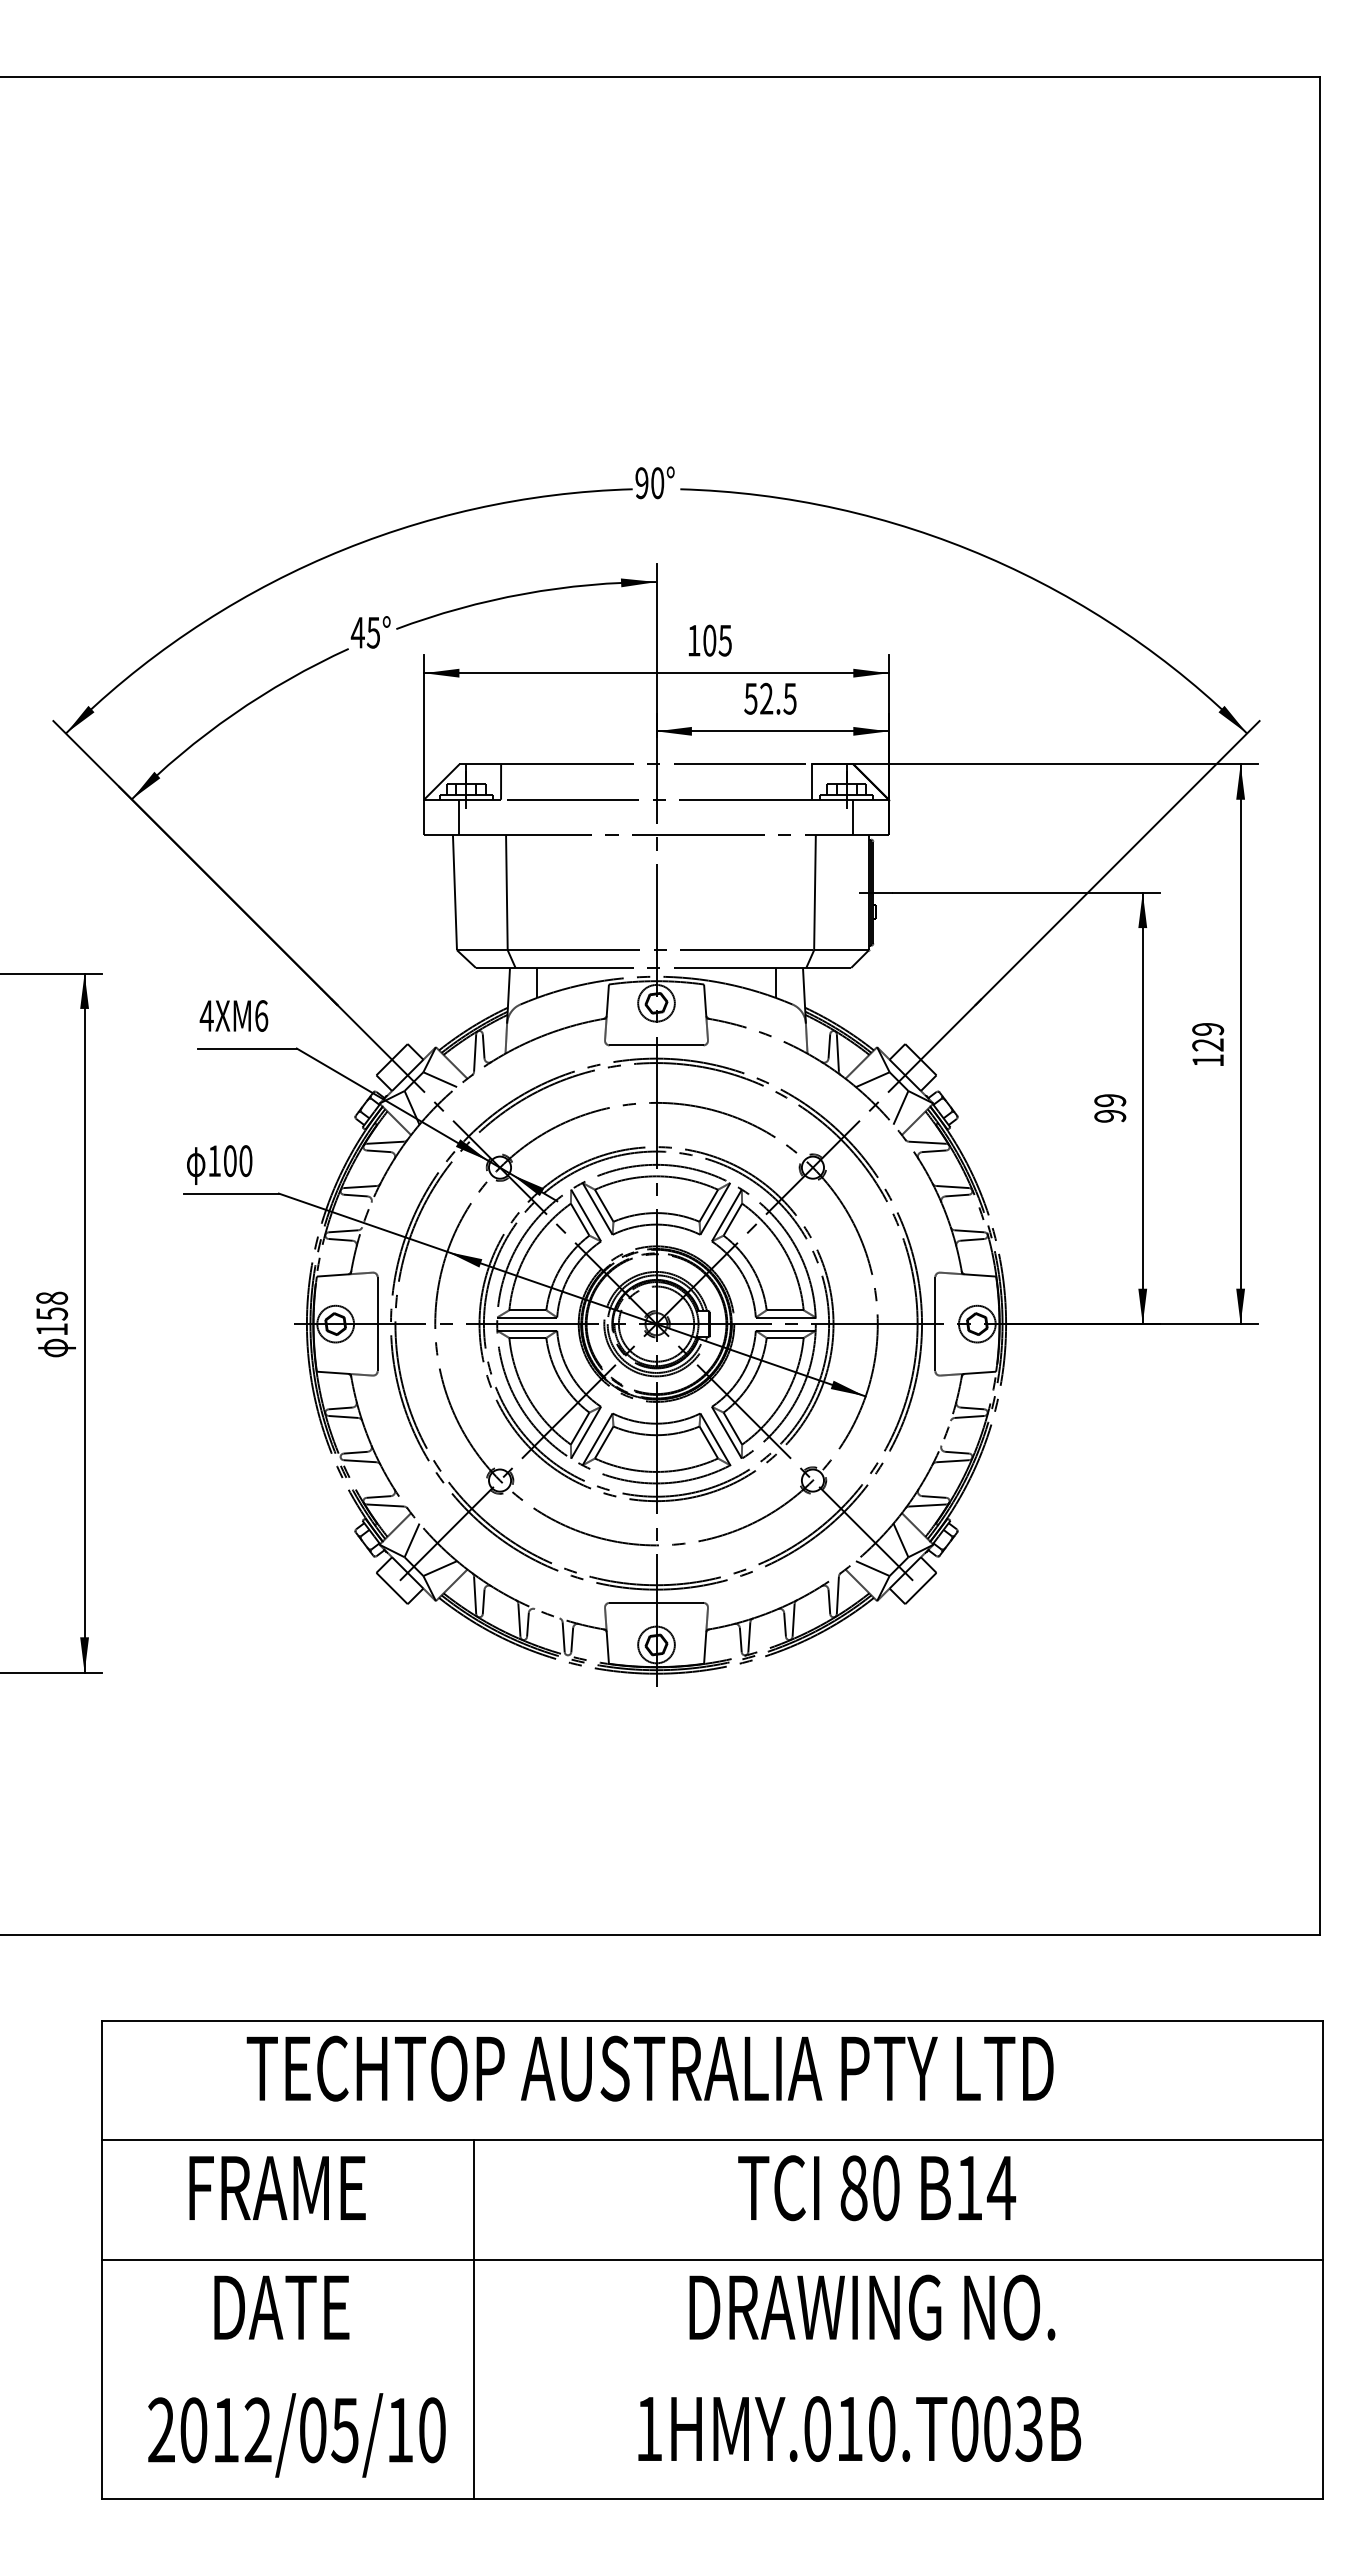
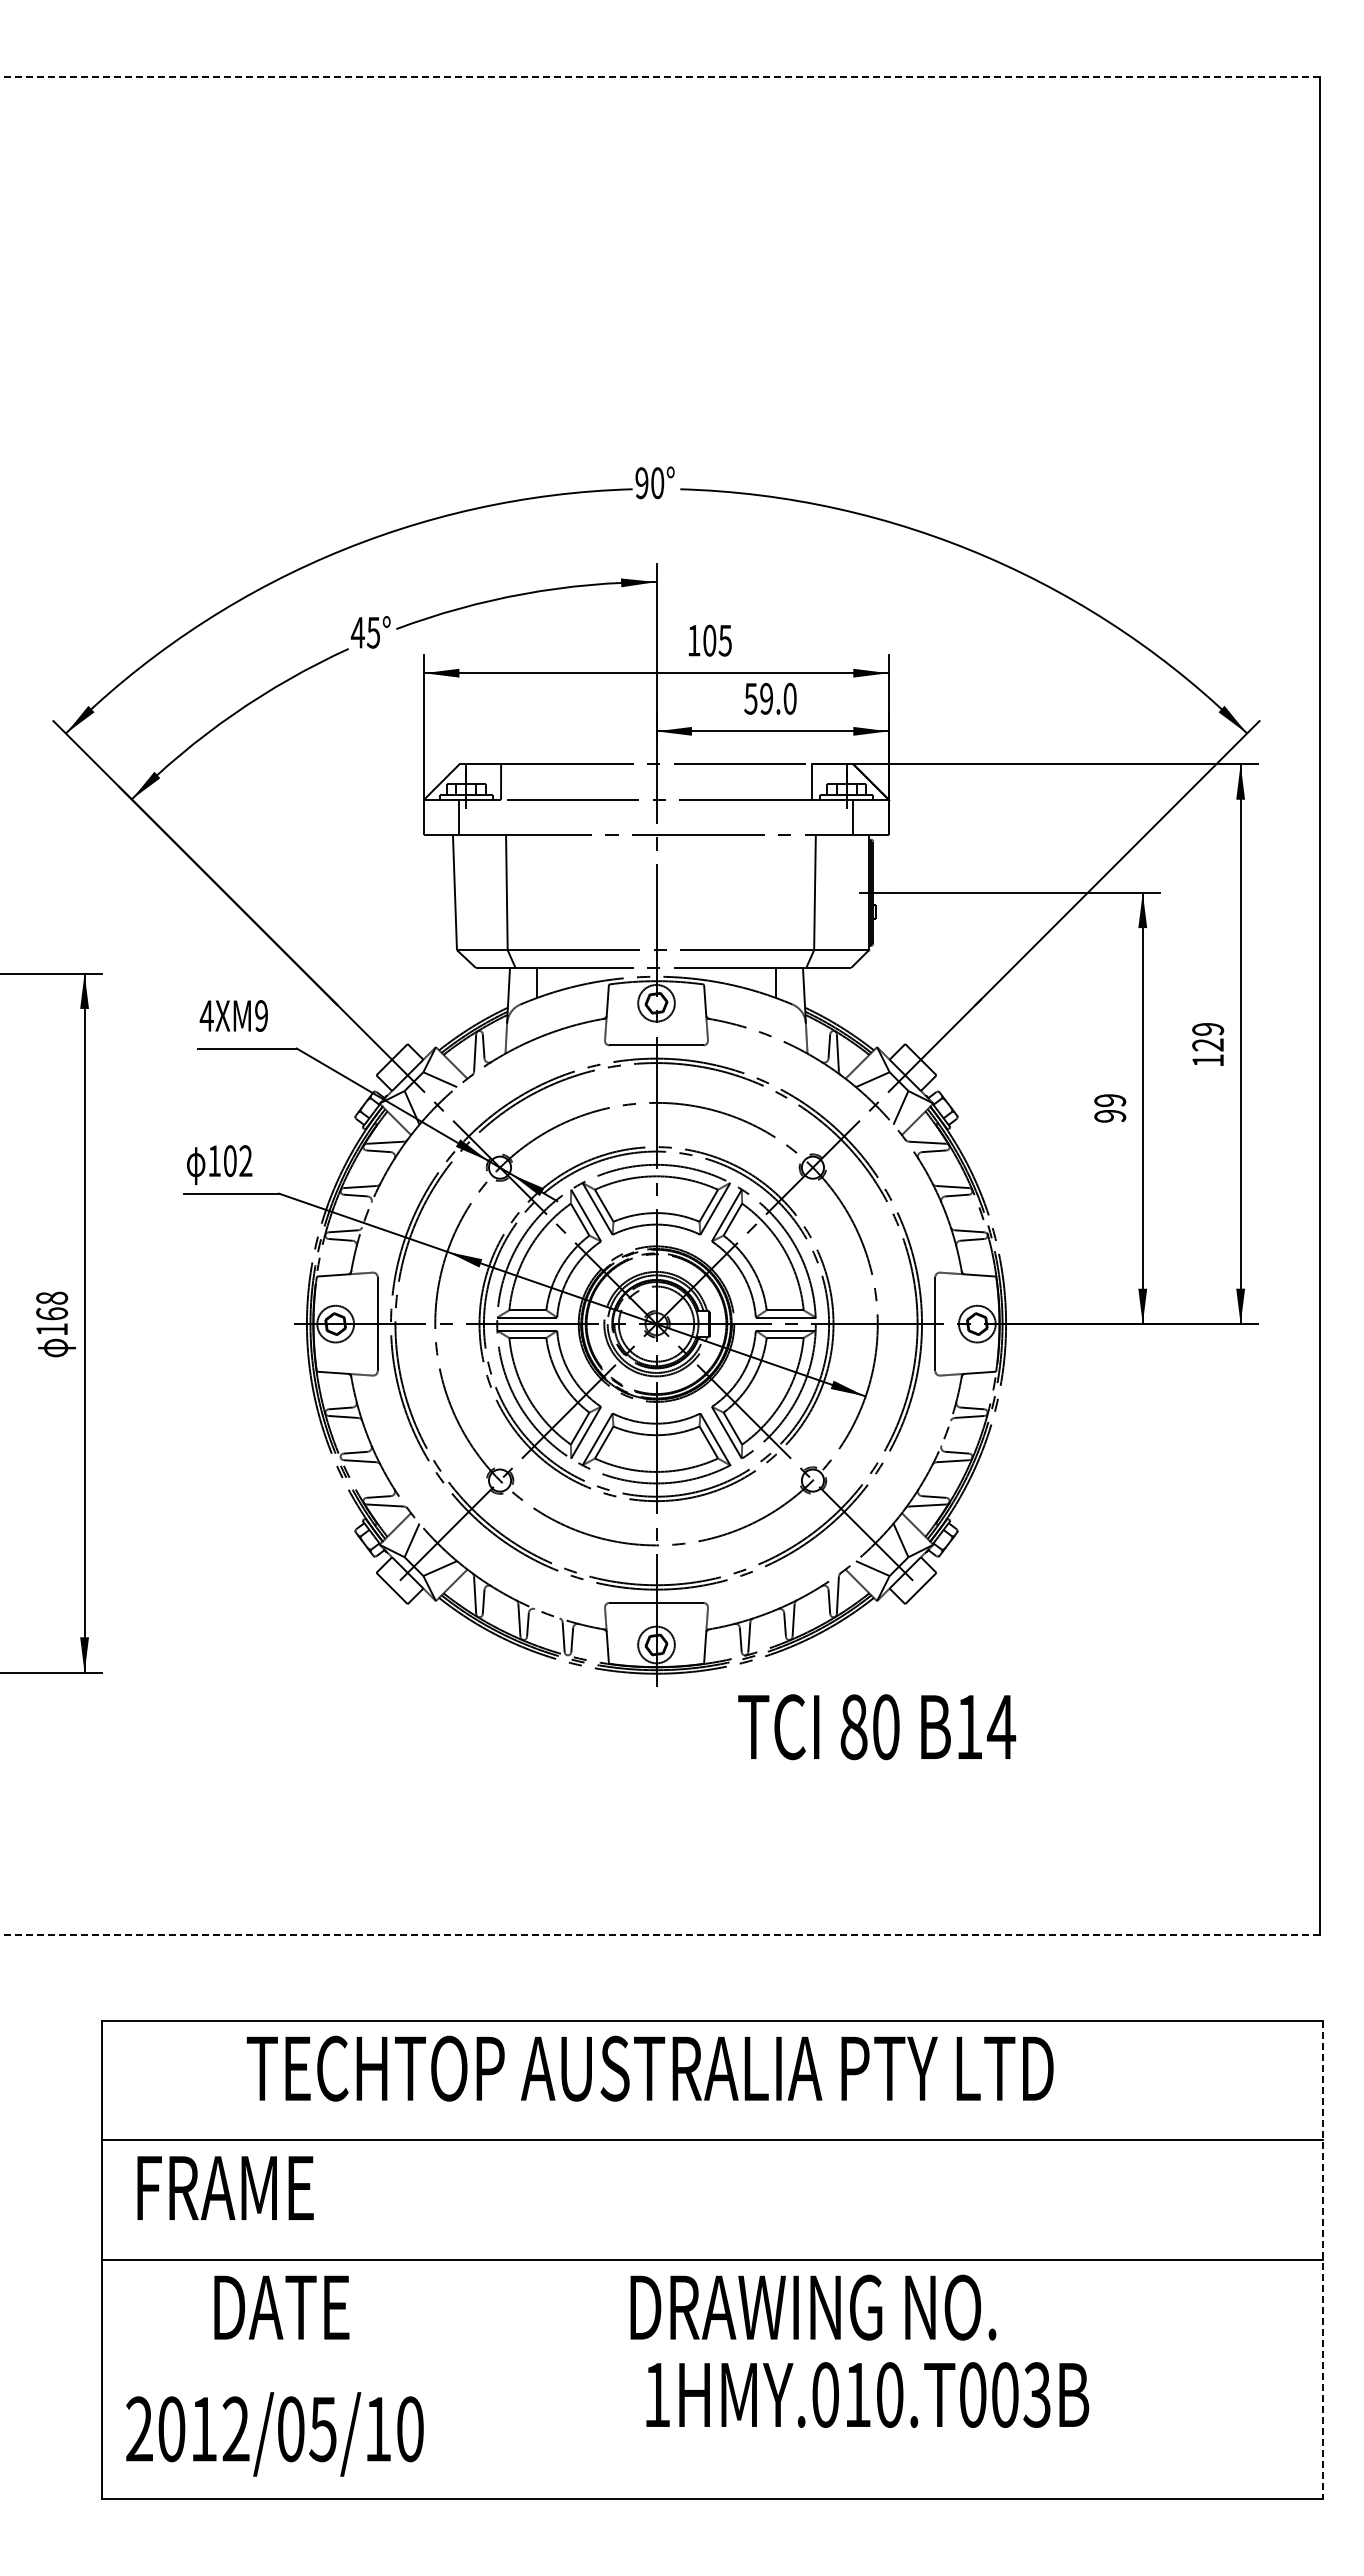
line at (660, 77): solid -> dashed
text at (778, 698): 52.5 -> 59.0
text at (261, 1015): 4XM6 -> 4XM9
text at (245, 1161): 100 -> 102
text at (52, 1313): 158 -> 168
line at (660, 1935): solid -> dashed
text at (277, 2187) position: (277, 2187) -> (225, 2187)
text at (877, 2188) position: (877, 2188) -> (877, 1727)
line at (1323, 2259): solid -> dashed
text at (872, 2307) position: (872, 2307) -> (813, 2307)
line at (473, 2319): present -> none
text at (859, 2428) position: (859, 2428) -> (867, 2394)
text at (296, 2435) position: (296, 2435) -> (274, 2434)
